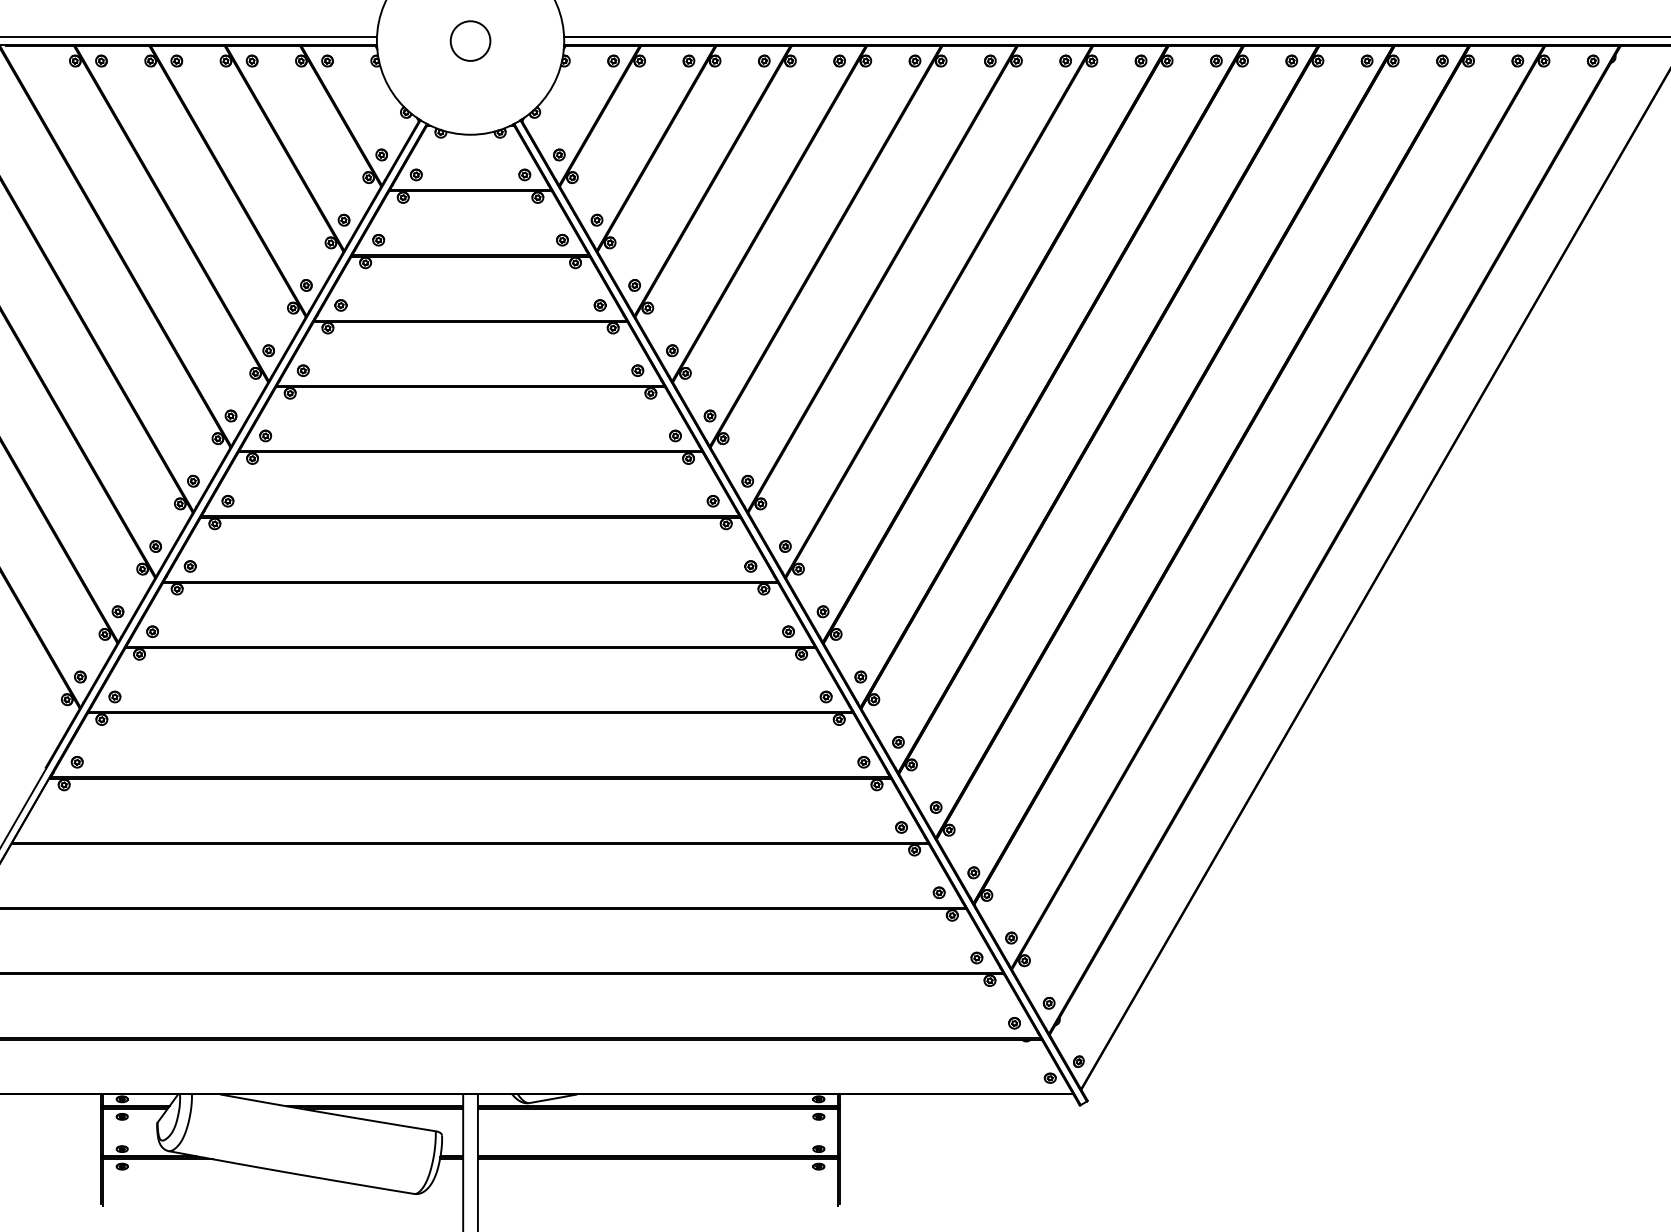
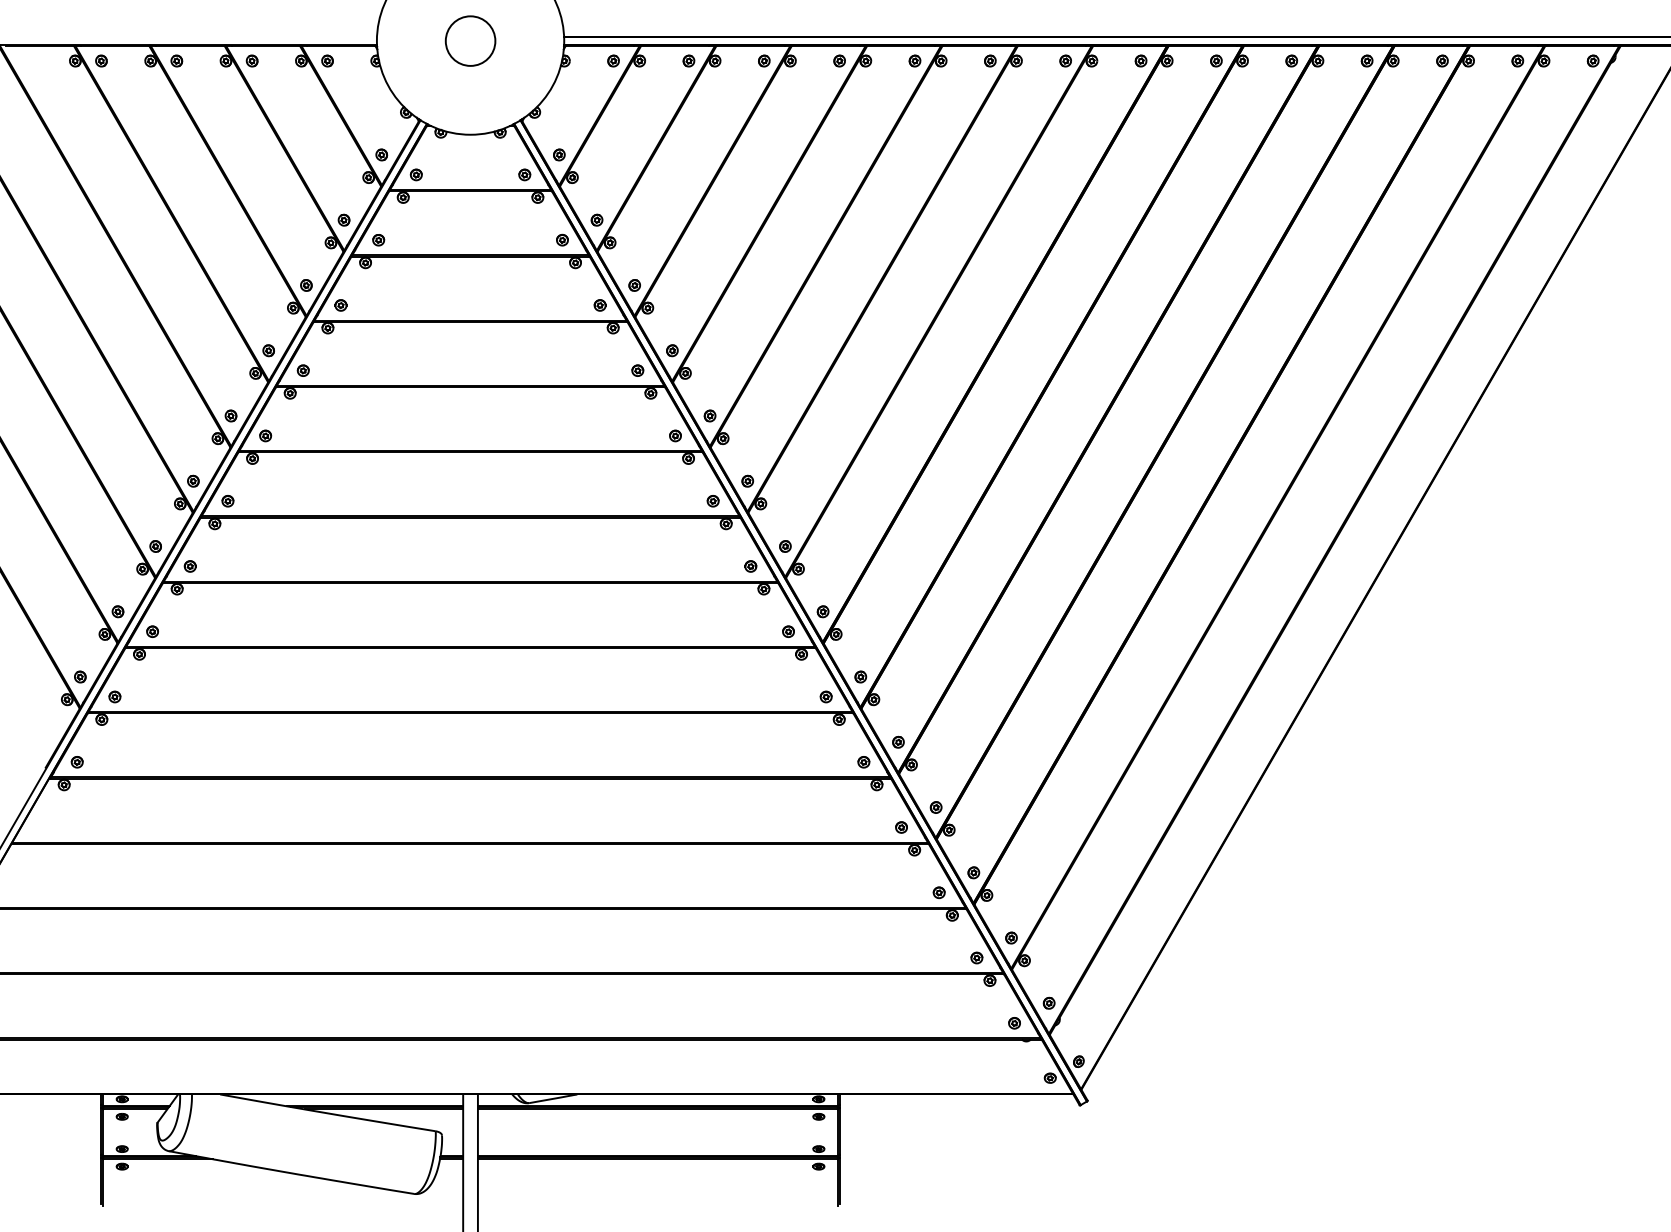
line at (189, 37): present -> none
circle at (470, 40) size: 43x42 px -> 53x52 px
